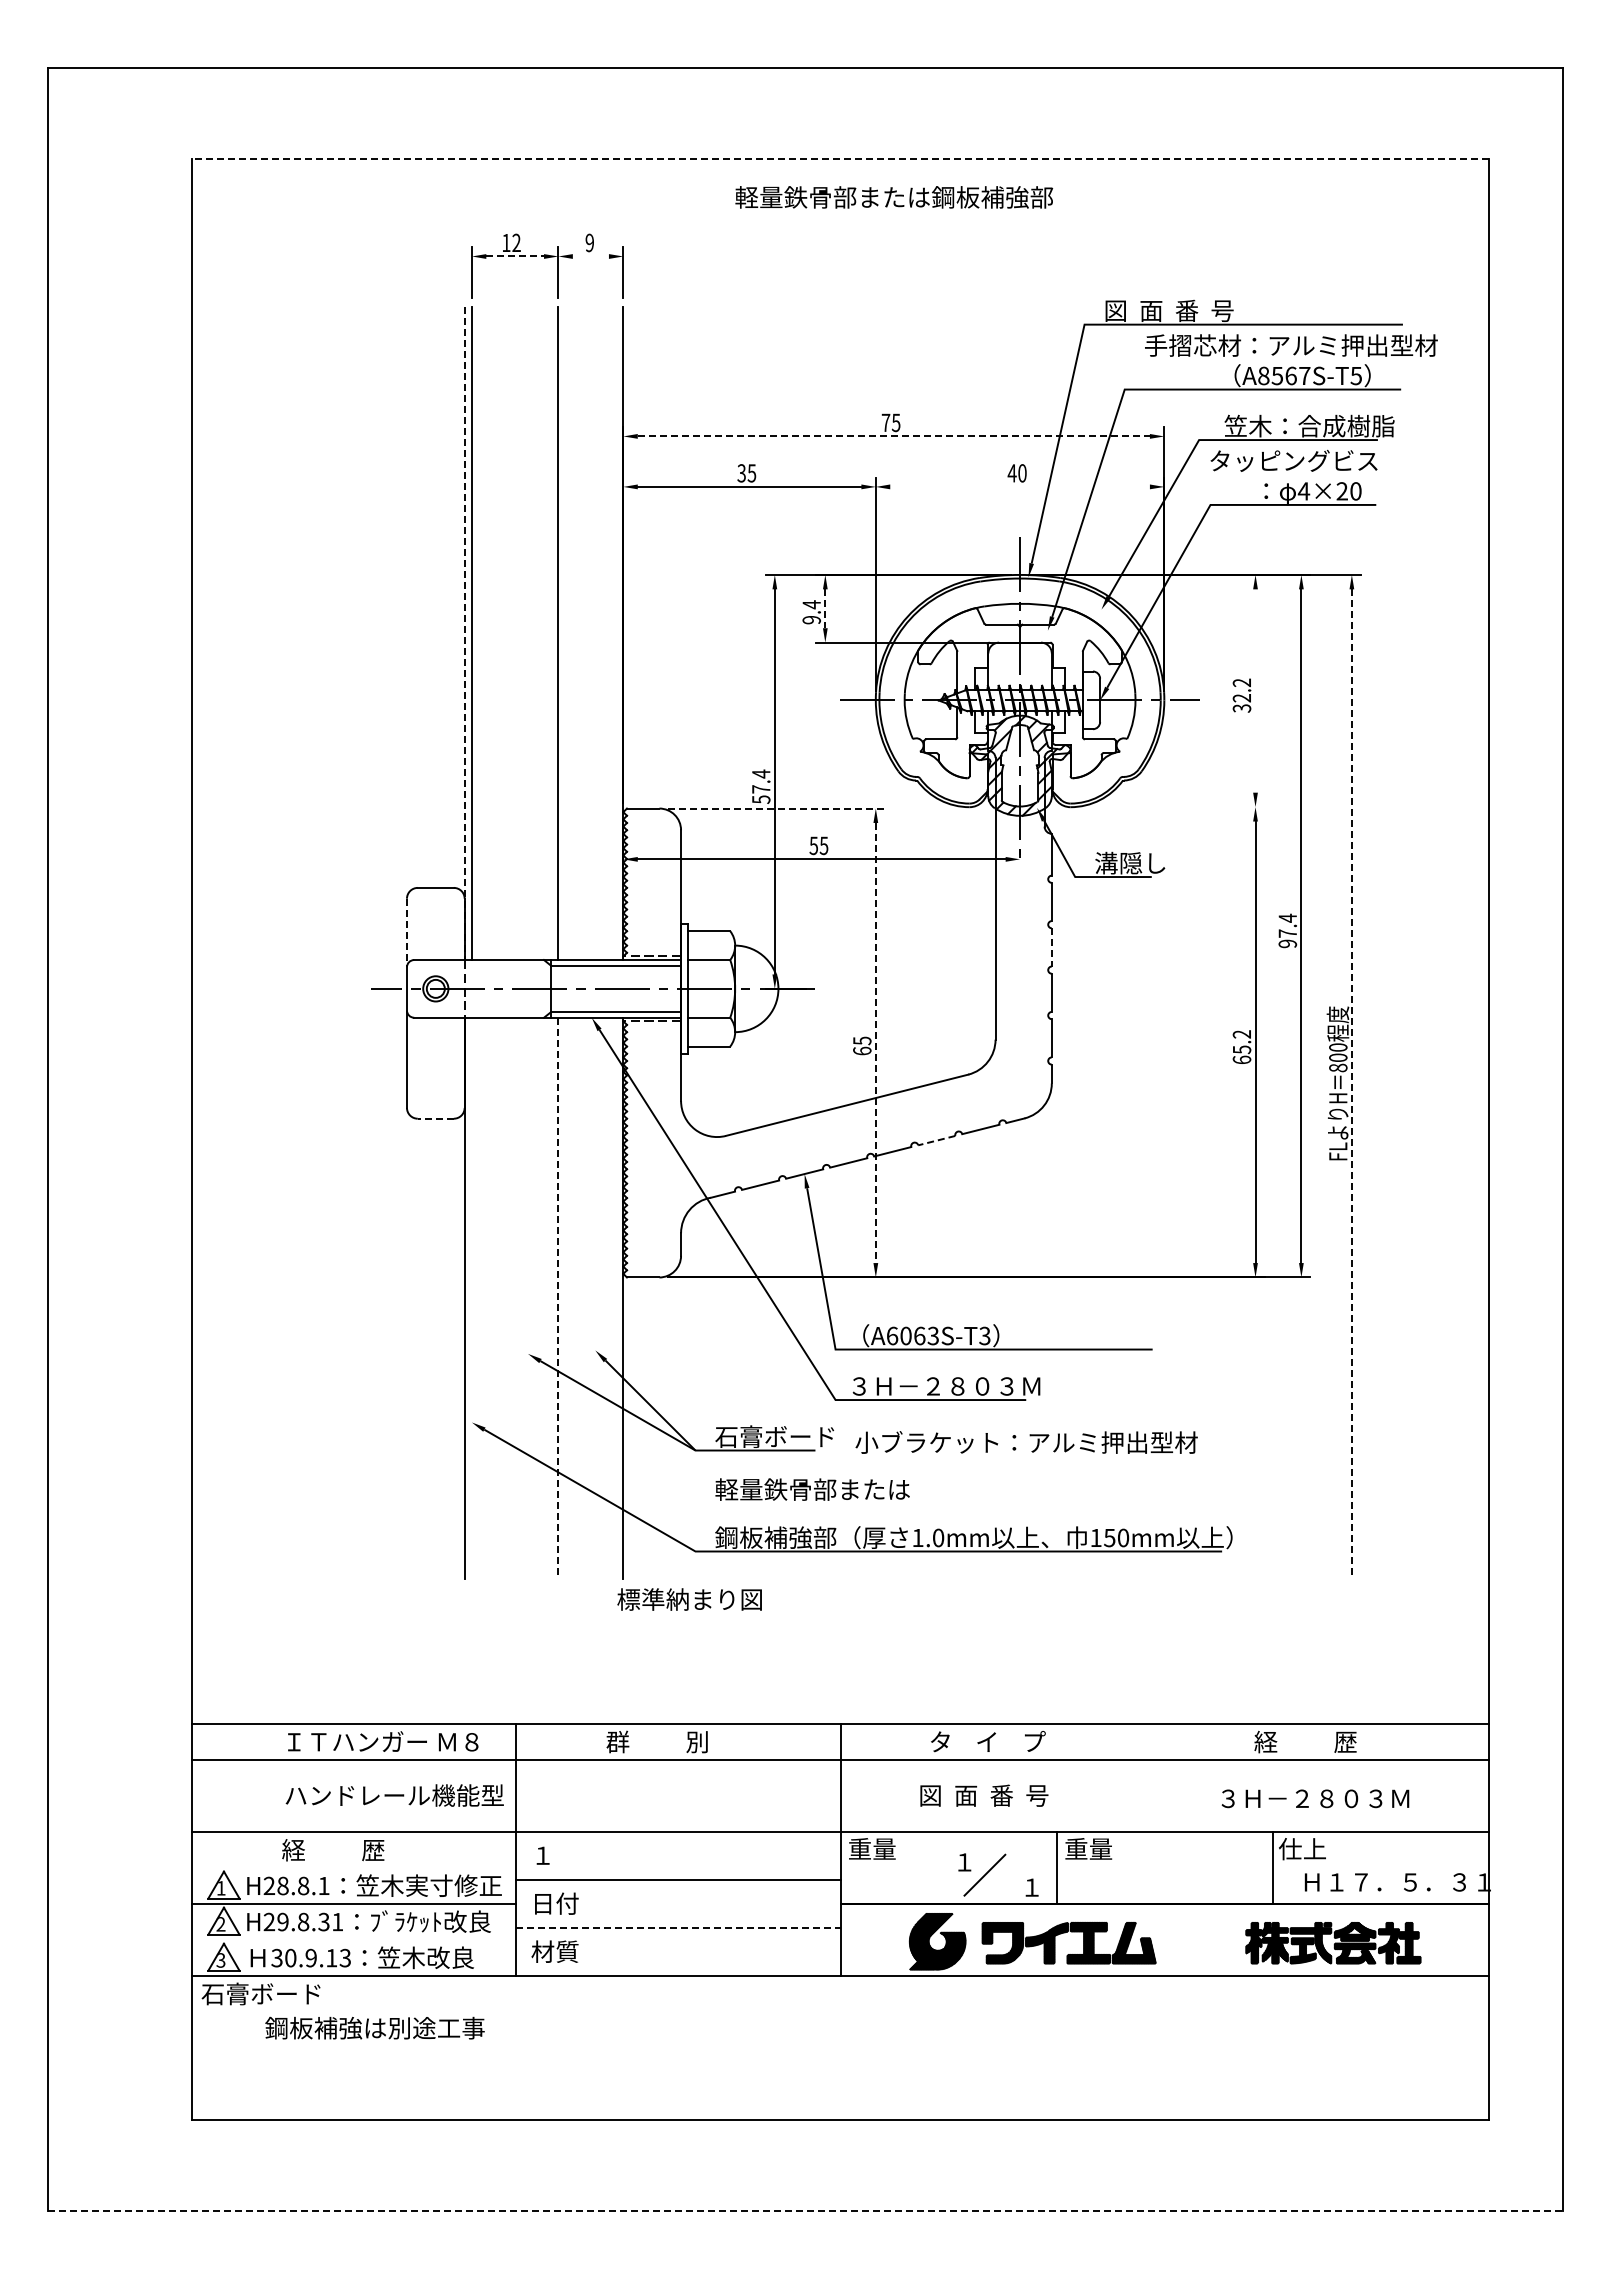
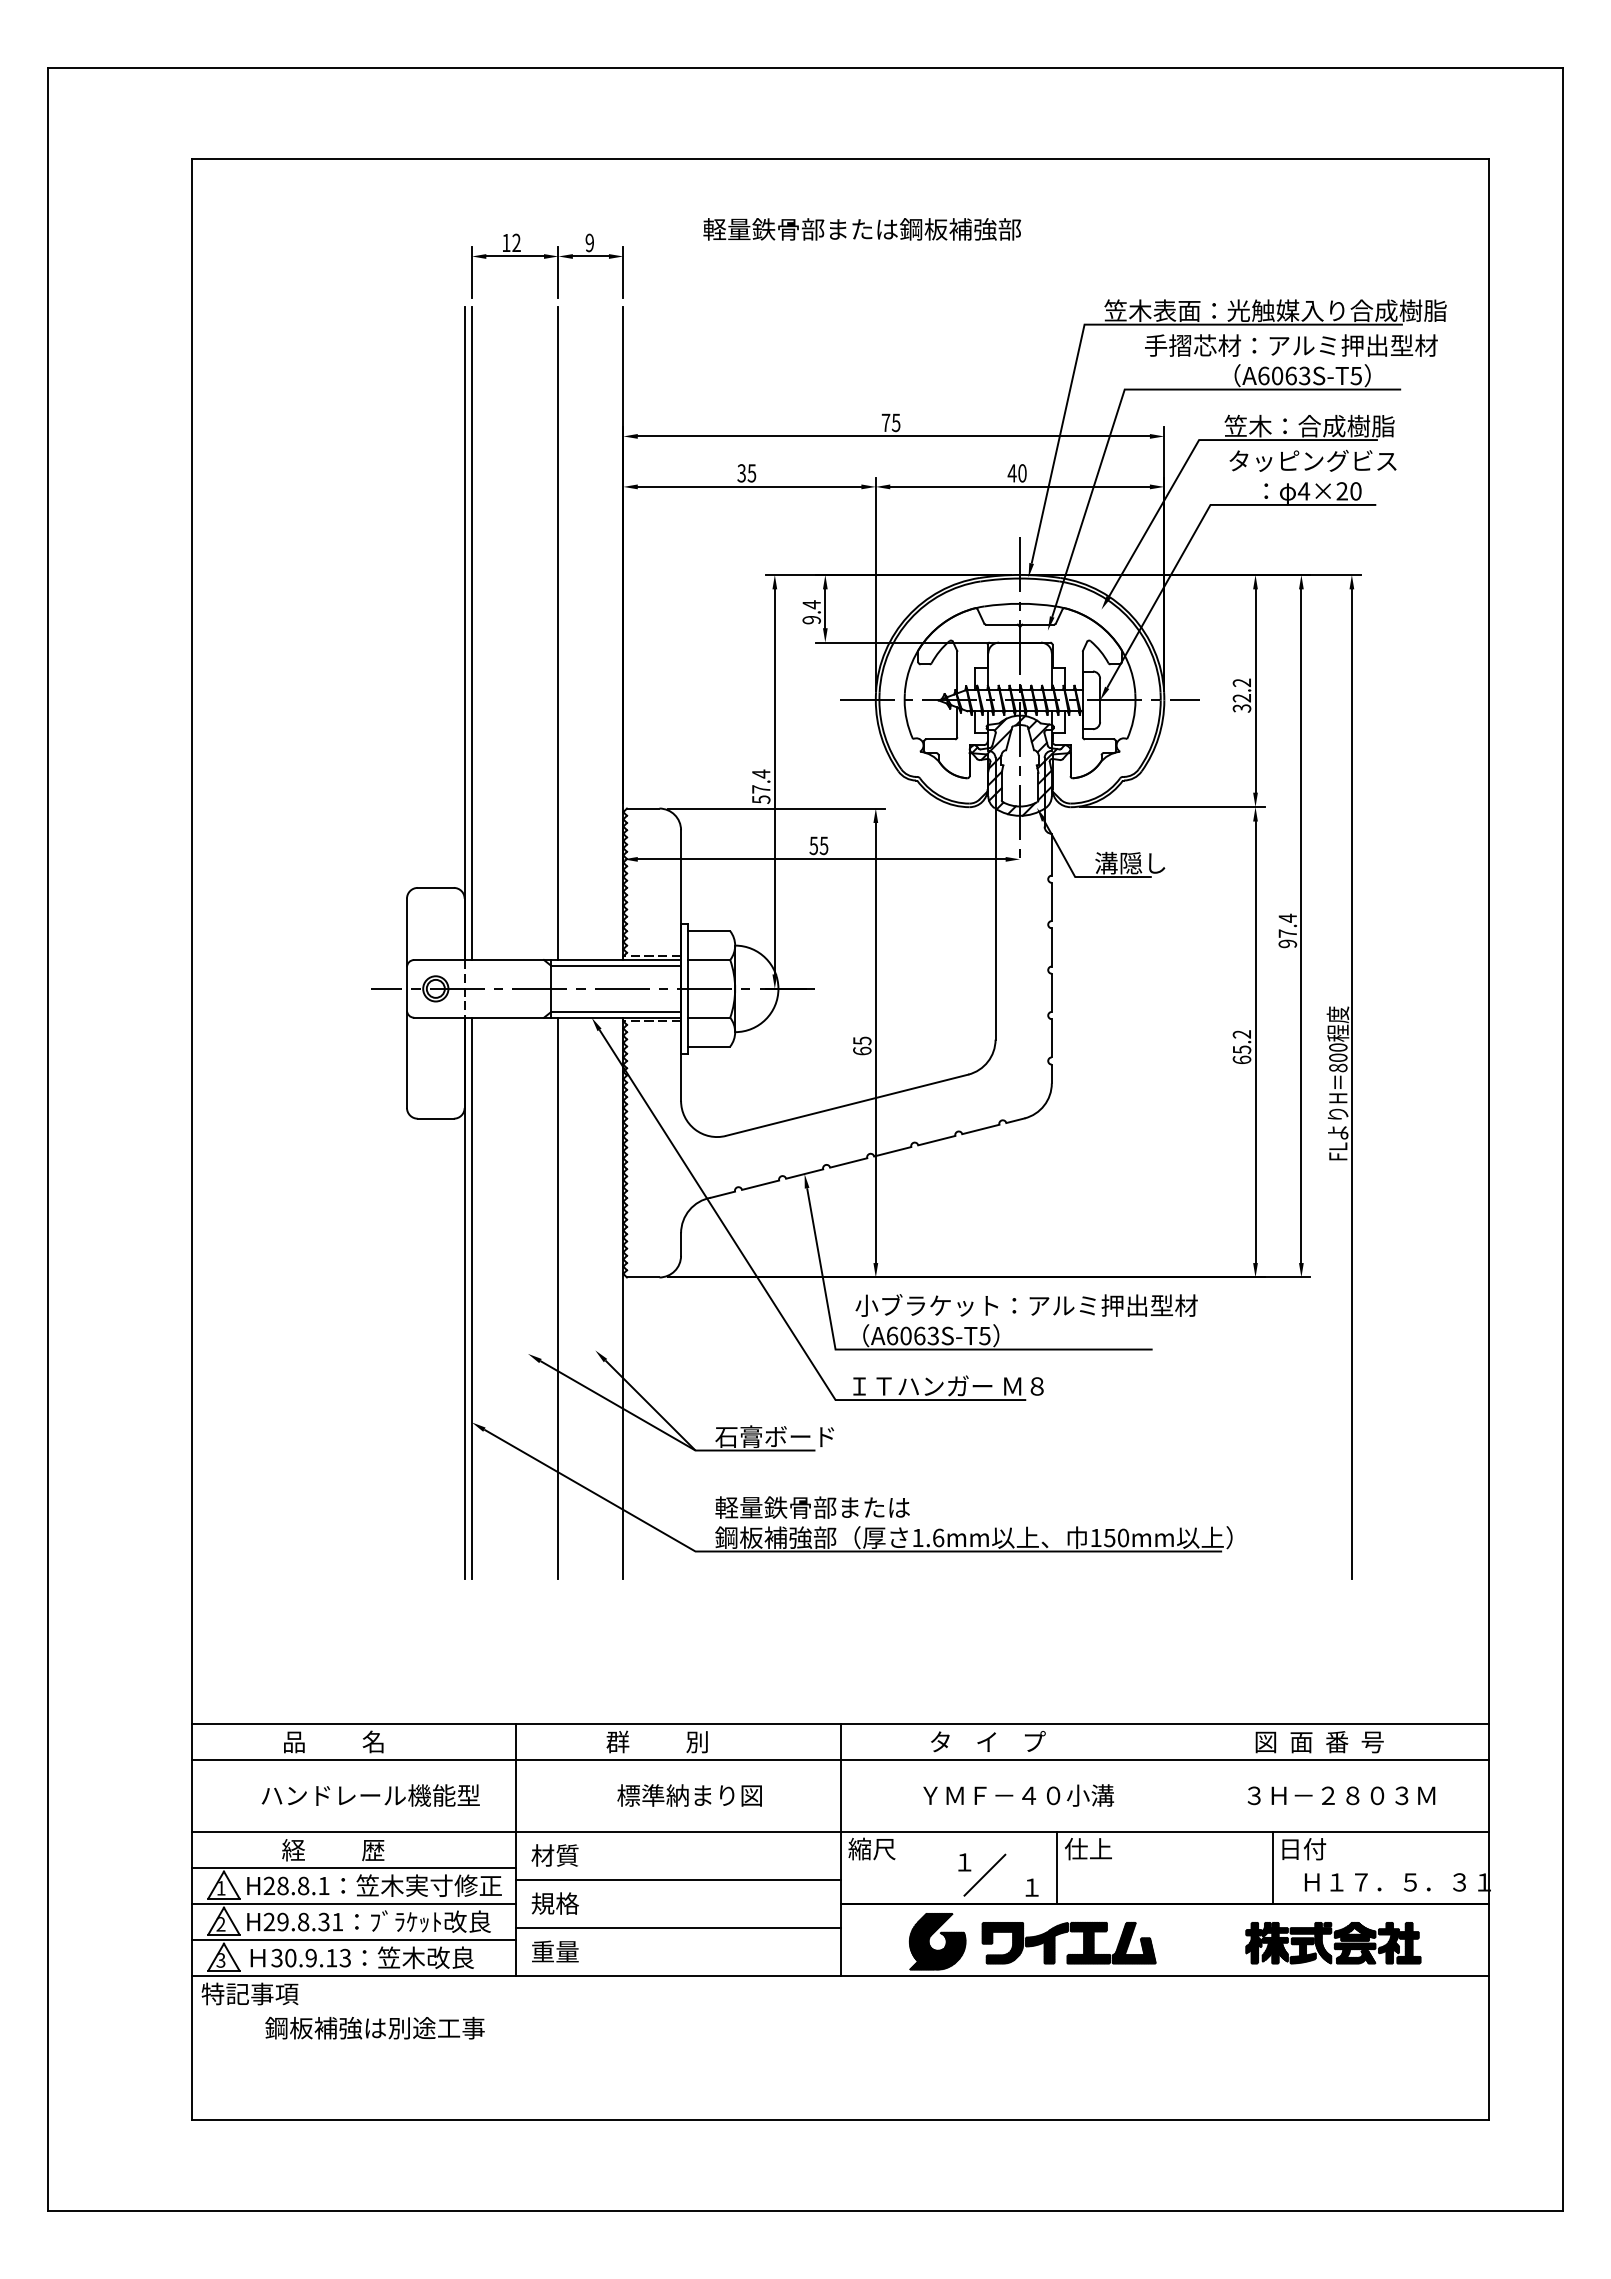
line at (840, 159): dashed -> solid
text at (894, 197) position: (894, 197) -> (862, 229)
line at (515, 256): dashed -> solid
line at (590, 256): none -> present
text at (1275, 310): 図  面  番  号 -> 笠木表面：光触媒入り合成樹脂
text at (1284, 375): A8567S-T5 -> A6063S-T5
line at (894, 436): dashed -> solid
text at (1293, 460) position: (1293, 460) -> (1312, 460)
line at (1019, 486): none -> present
line at (825, 609): dashed -> solid
line at (464, 633): dashed -> solid
line at (1255, 690): none -> present
line at (1171, 807): none -> present
line at (777, 808): dashed -> solid
line at (406, 932): dashed -> solid
line at (1051, 947): dashed -> solid
line at (875, 1043): dashed -> solid
line at (1351, 1084): dashed -> solid
line at (435, 1118): dashed -> solid
line at (936, 1140): dashed -> solid
line at (471, 1298): none -> present
line at (558, 1298): dashed -> solid
text at (984, 1335): A6063S-T3 -> A6063S-T5
text at (947, 1385): ３Ｈ－２８０３Ｍ -> ＩＴハンガー Ｍ８
text at (1026, 1442) position: (1026, 1442) -> (1026, 1305)
text at (812, 1489) position: (812, 1489) -> (812, 1507)
text at (938, 1537): 1.0mm -> 1.6mm
text at (689, 1599) position: (689, 1599) -> (689, 1795)
text at (381, 1741): ＩＴハンガー Ｍ８ -> 品          名
text at (1318, 1741): 経          歴 -> 図  面  番  号
text at (394, 1795) position: (394, 1795) -> (370, 1795)
text at (1017, 1795): 図  面  番  号 -> ＹＭＦ－４０小溝
text at (1315, 1798) position: (1315, 1798) -> (1341, 1795)
text at (871, 1848): 重量 -> 縮尺
text at (1088, 1849): 重量 -> 仕上
text at (1302, 1849): 仕上 -> 日付
text at (554, 1855): １ -> 材質
line at (354, 1868): none -> present
text at (554, 1903): 日付 -> 規格
line at (678, 1928): dashed -> solid
line at (354, 1940): none -> present
text at (554, 1951): 材質 -> 重量
text at (260, 1993): 石膏ボード -> 特記事項
line at (805, 2210): dashed -> solid
